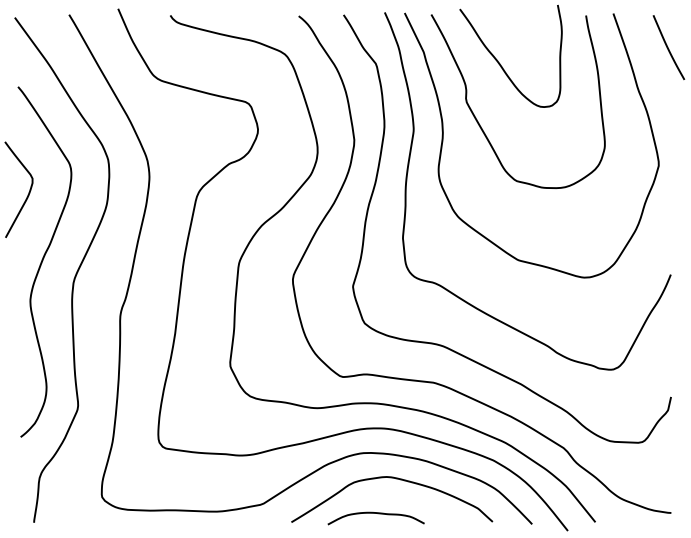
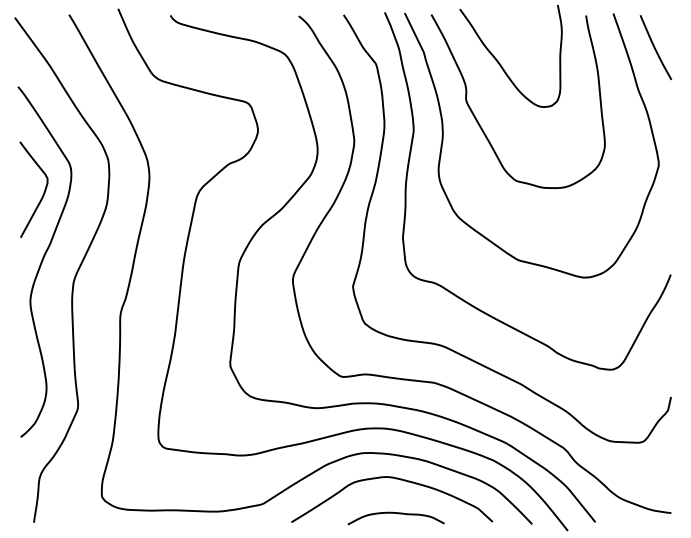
curve at (668, 47) position: (668, 47) -> (655, 47)
curve at (27, 194) position: (27, 194) -> (42, 194)
curve at (375, 513) position: (375, 513) -> (395, 513)
